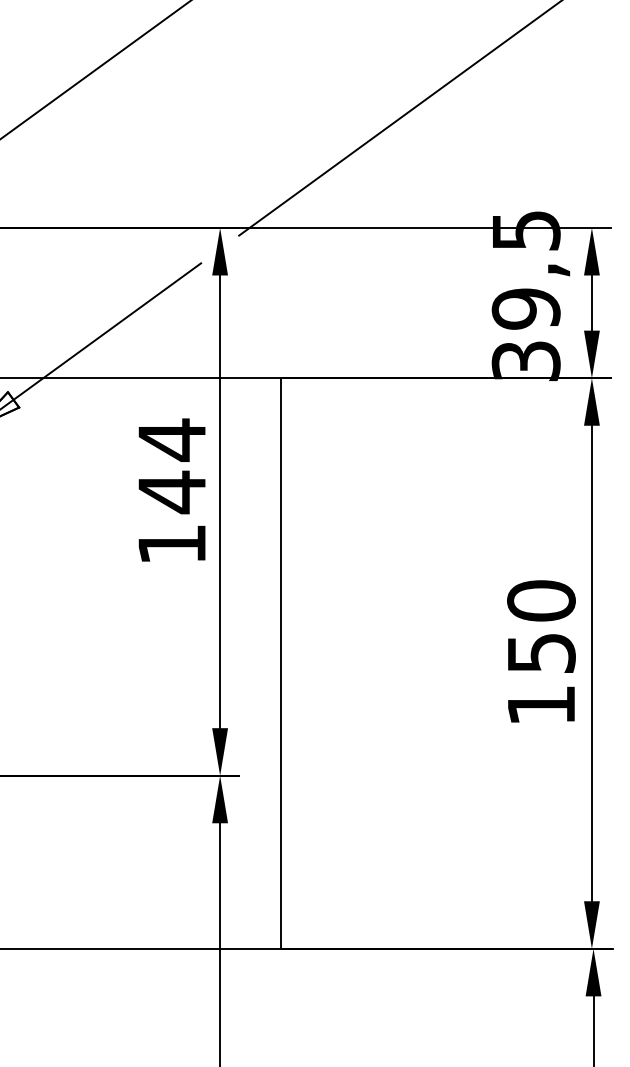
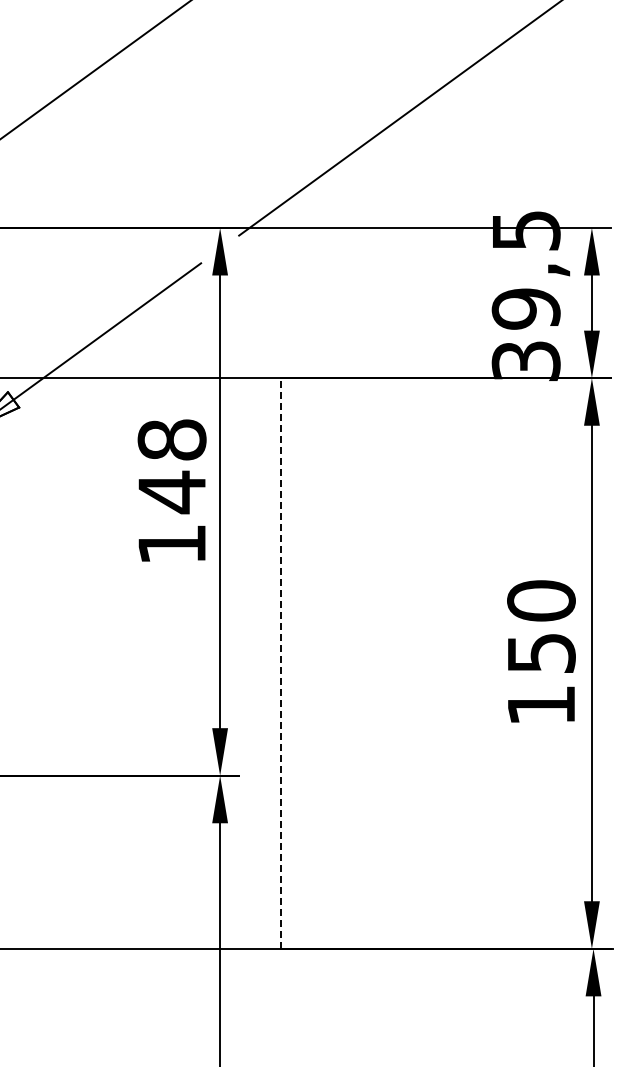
text at (171, 439): 144 -> 148
line at (280, 663): solid -> dashed
